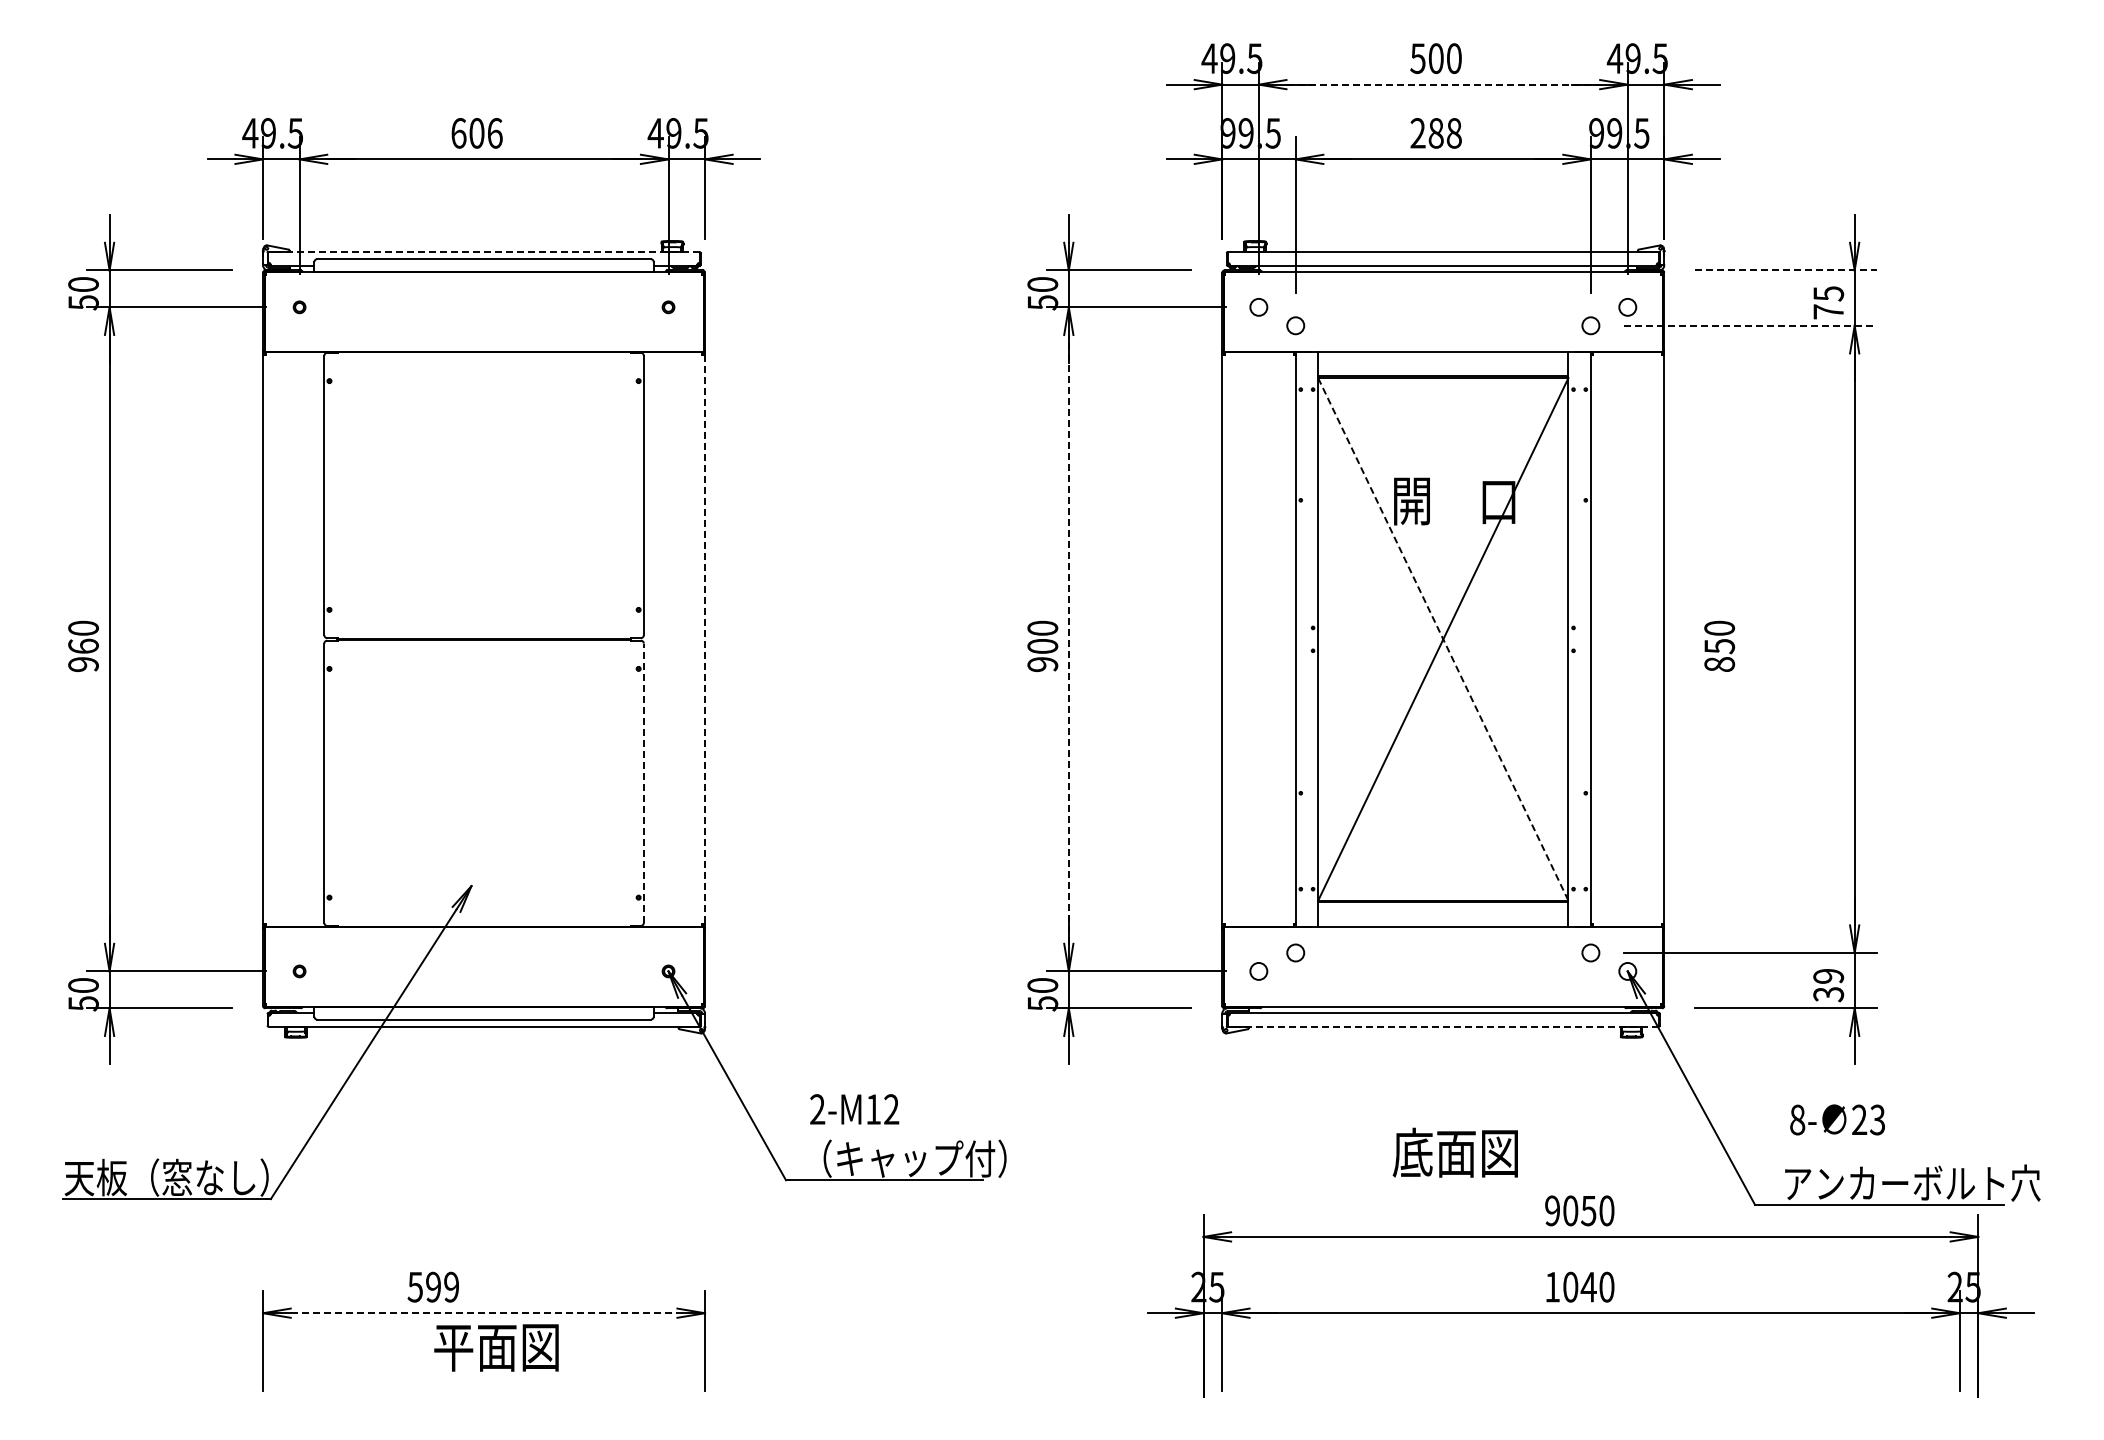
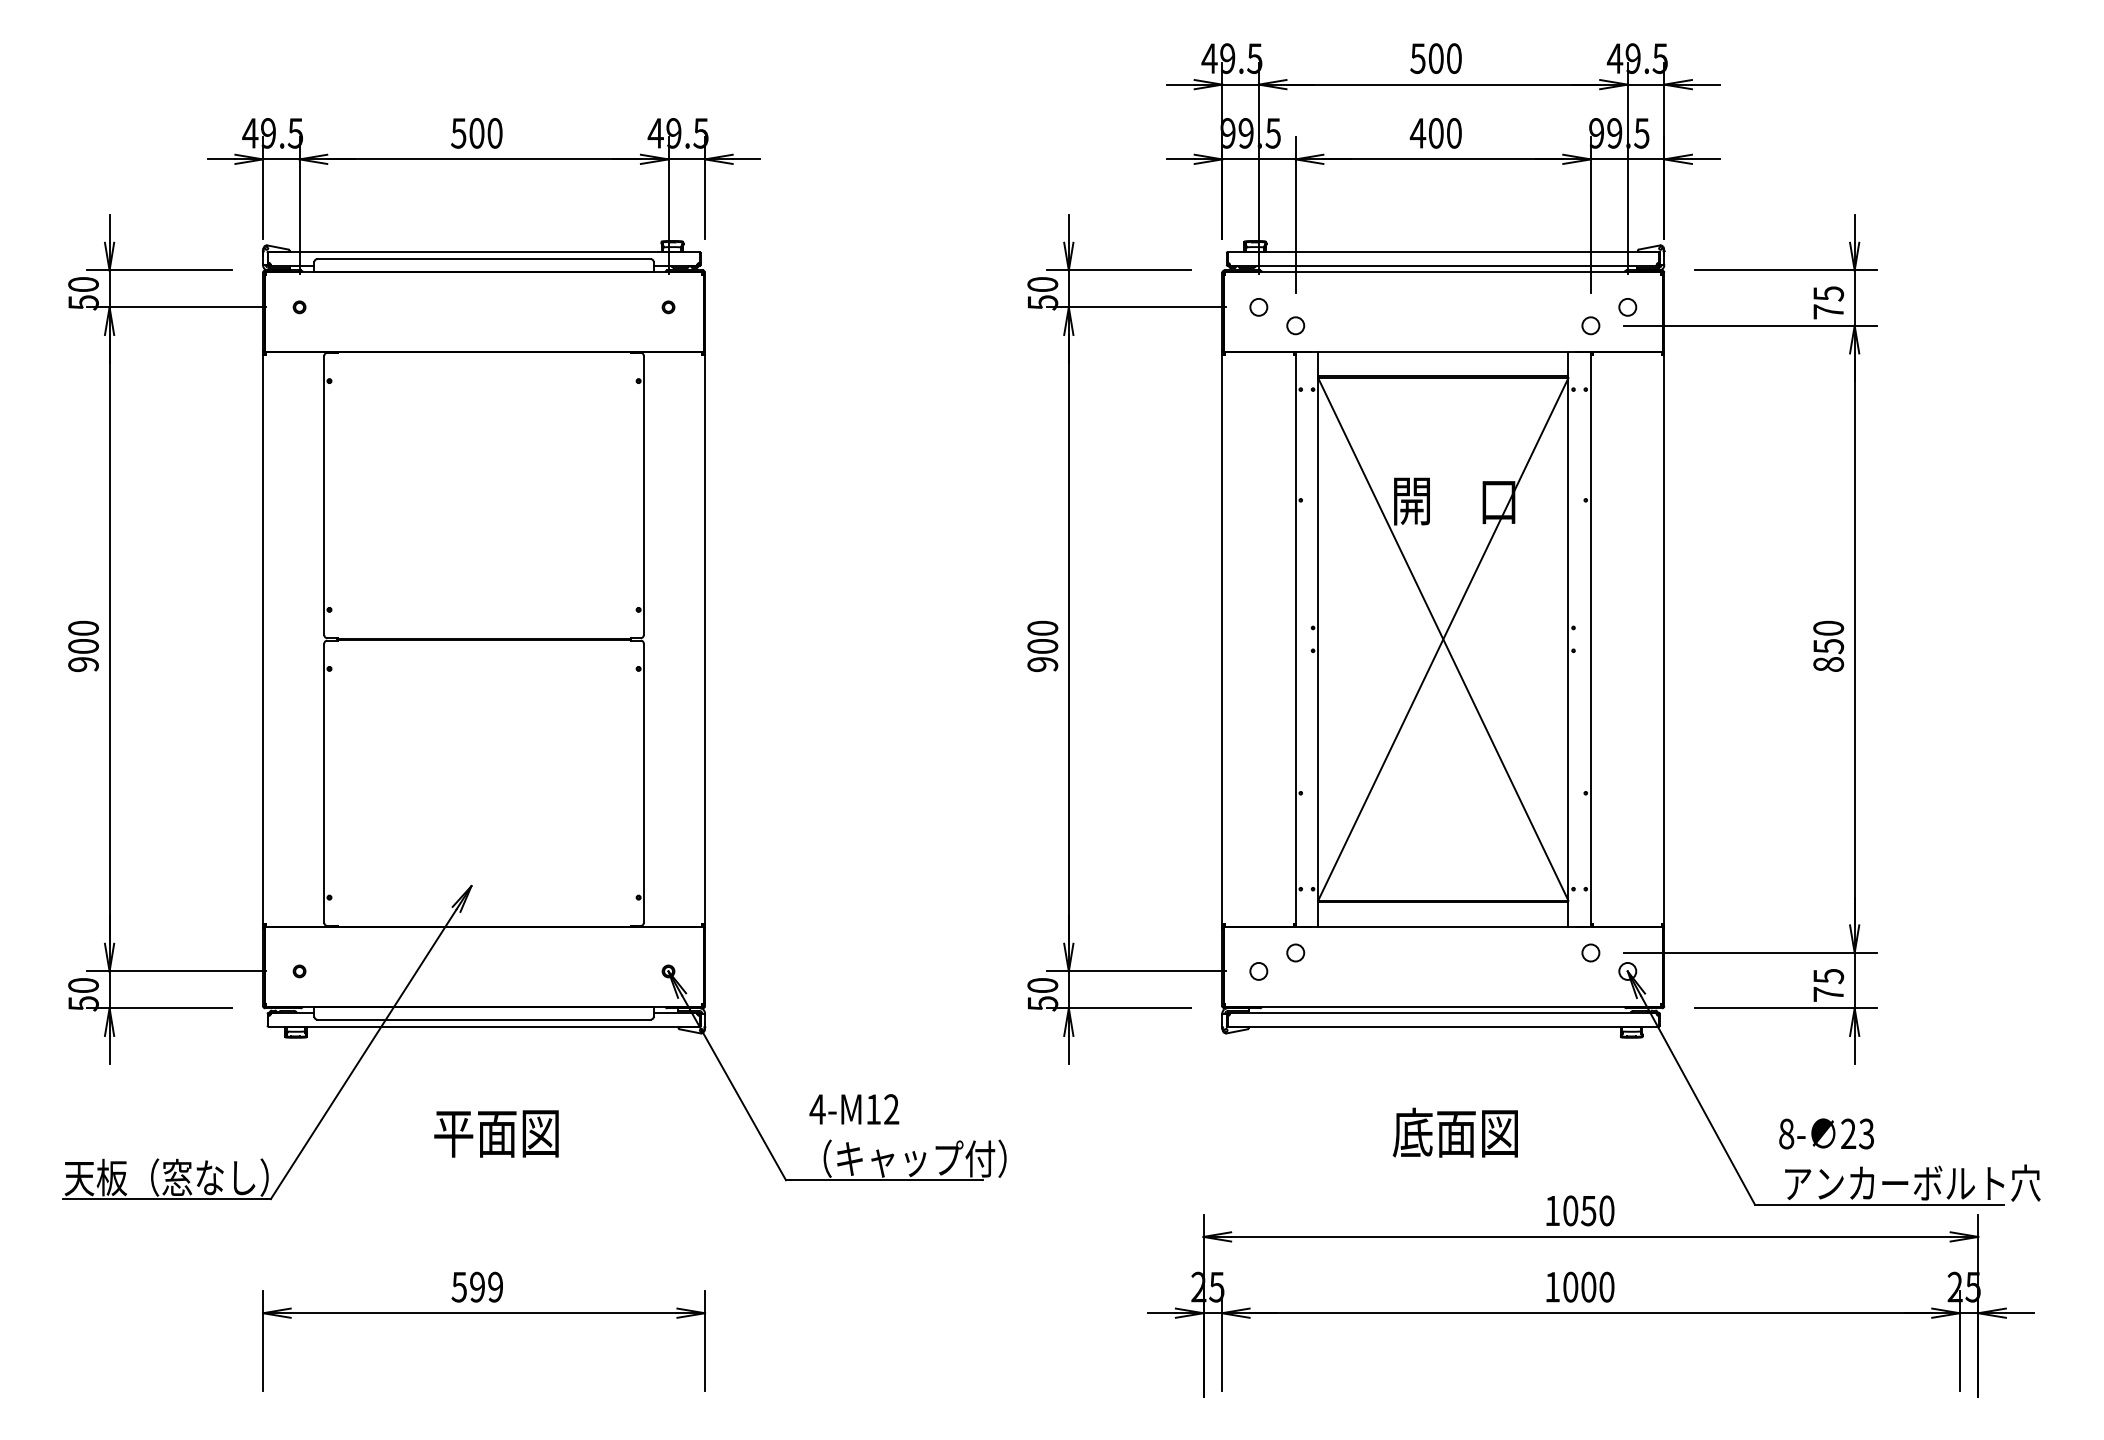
line at (1443, 84): dashed -> solid
text at (476, 133): 606 -> 500
text at (1435, 133): 288 -> 400
line at (483, 252): dashed -> solid
line at (1786, 270): dashed -> solid
line at (1750, 325): dashed -> solid
line at (1068, 638): dashed -> solid
line at (705, 639): dashed -> solid
line at (1443, 639): dashed -> solid
text at (83, 645): 960 -> 900
text at (1719, 645) position: (1719, 645) -> (1828, 645)
line at (643, 783): dashed -> solid
text at (1828, 985): 39 -> 75
line at (1442, 1026): dashed -> solid
text at (817, 1109): 2-M12 -> 4-M12
text at (1837, 1119) position: (1837, 1119) -> (1826, 1133)
text at (1454, 1152) position: (1454, 1152) -> (1454, 1132)
text at (1552, 1210): 9050 -> 1050
text at (432, 1286) position: (432, 1286) -> (476, 1286)
text at (1588, 1286): 1040 -> 1000
line at (484, 1313): dashed -> solid
text at (496, 1347) position: (496, 1347) -> (496, 1133)
